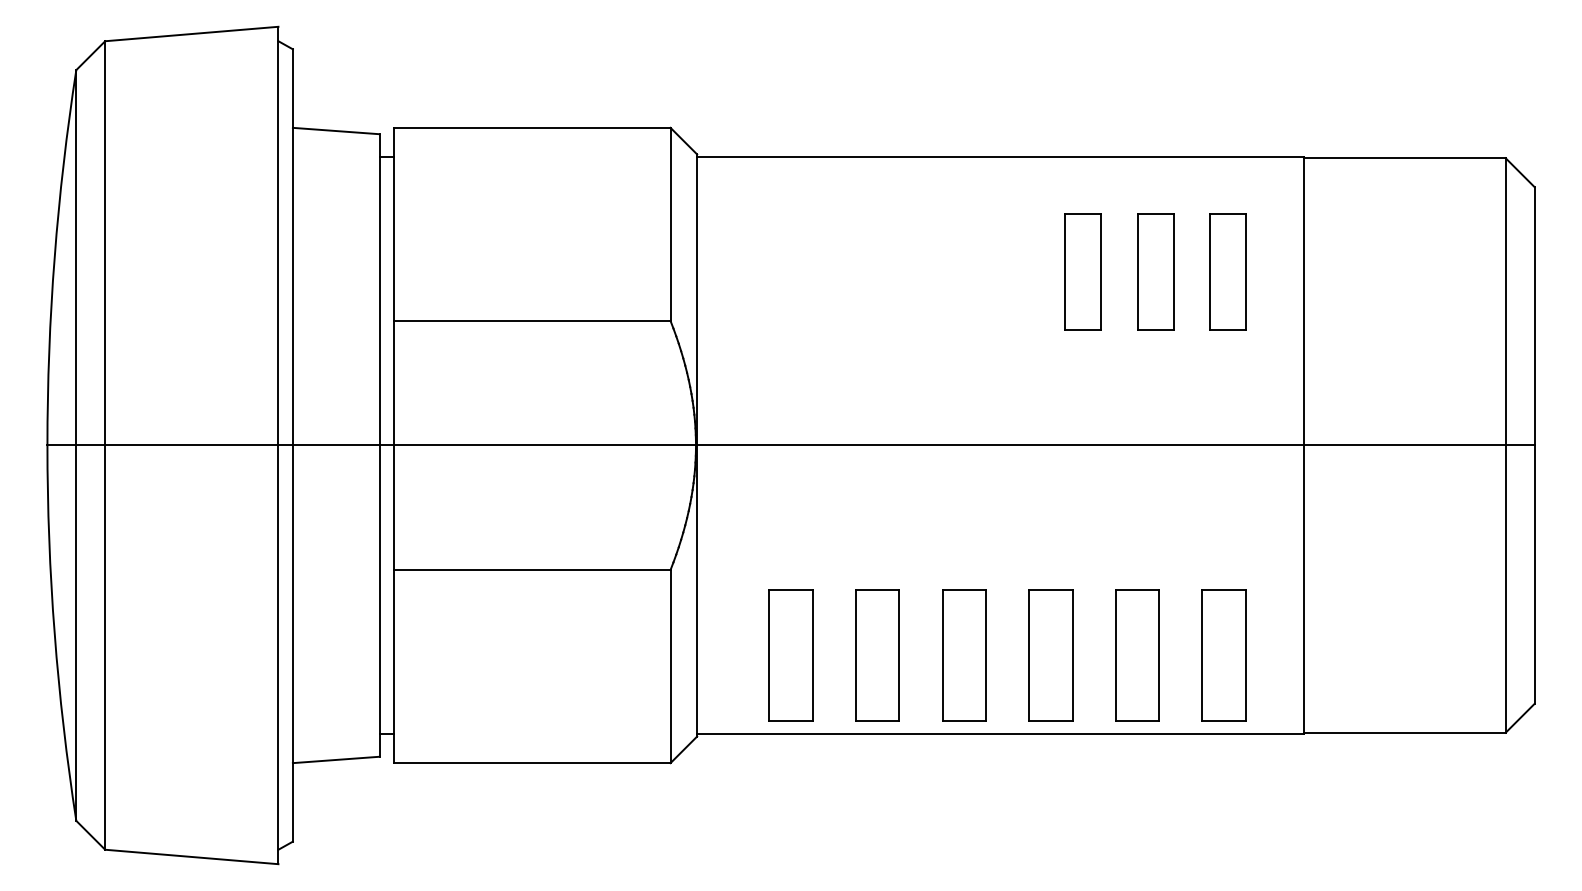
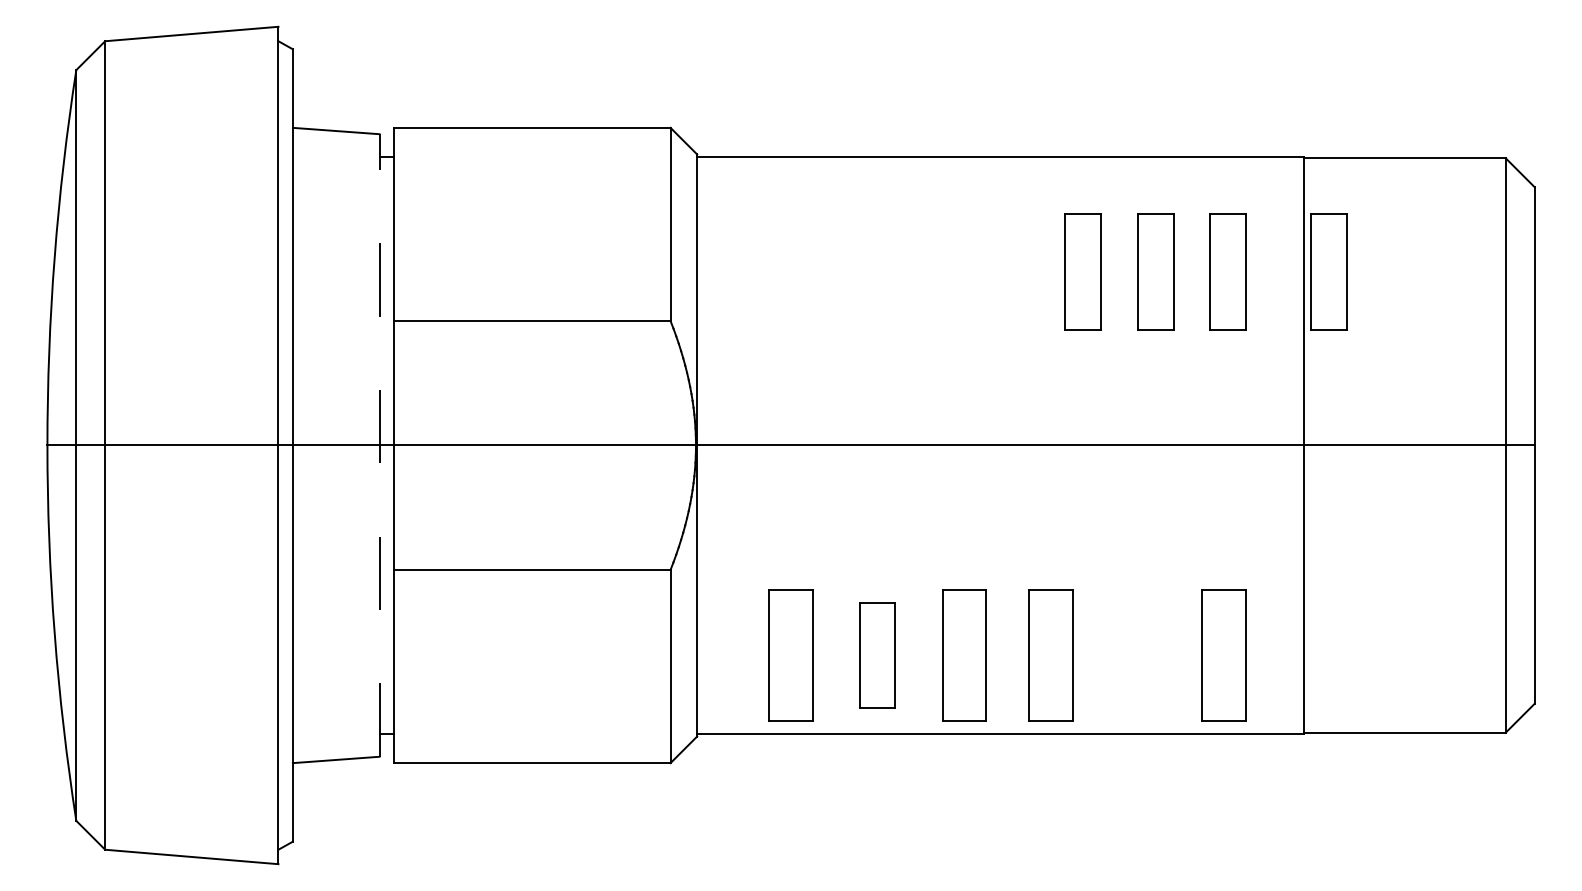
part at (1328, 271): none -> present
line at (379, 445): solid -> dashed
part at (877, 655) size: 45x133 px -> 37x107 px
part at (1137, 655): present -> none
